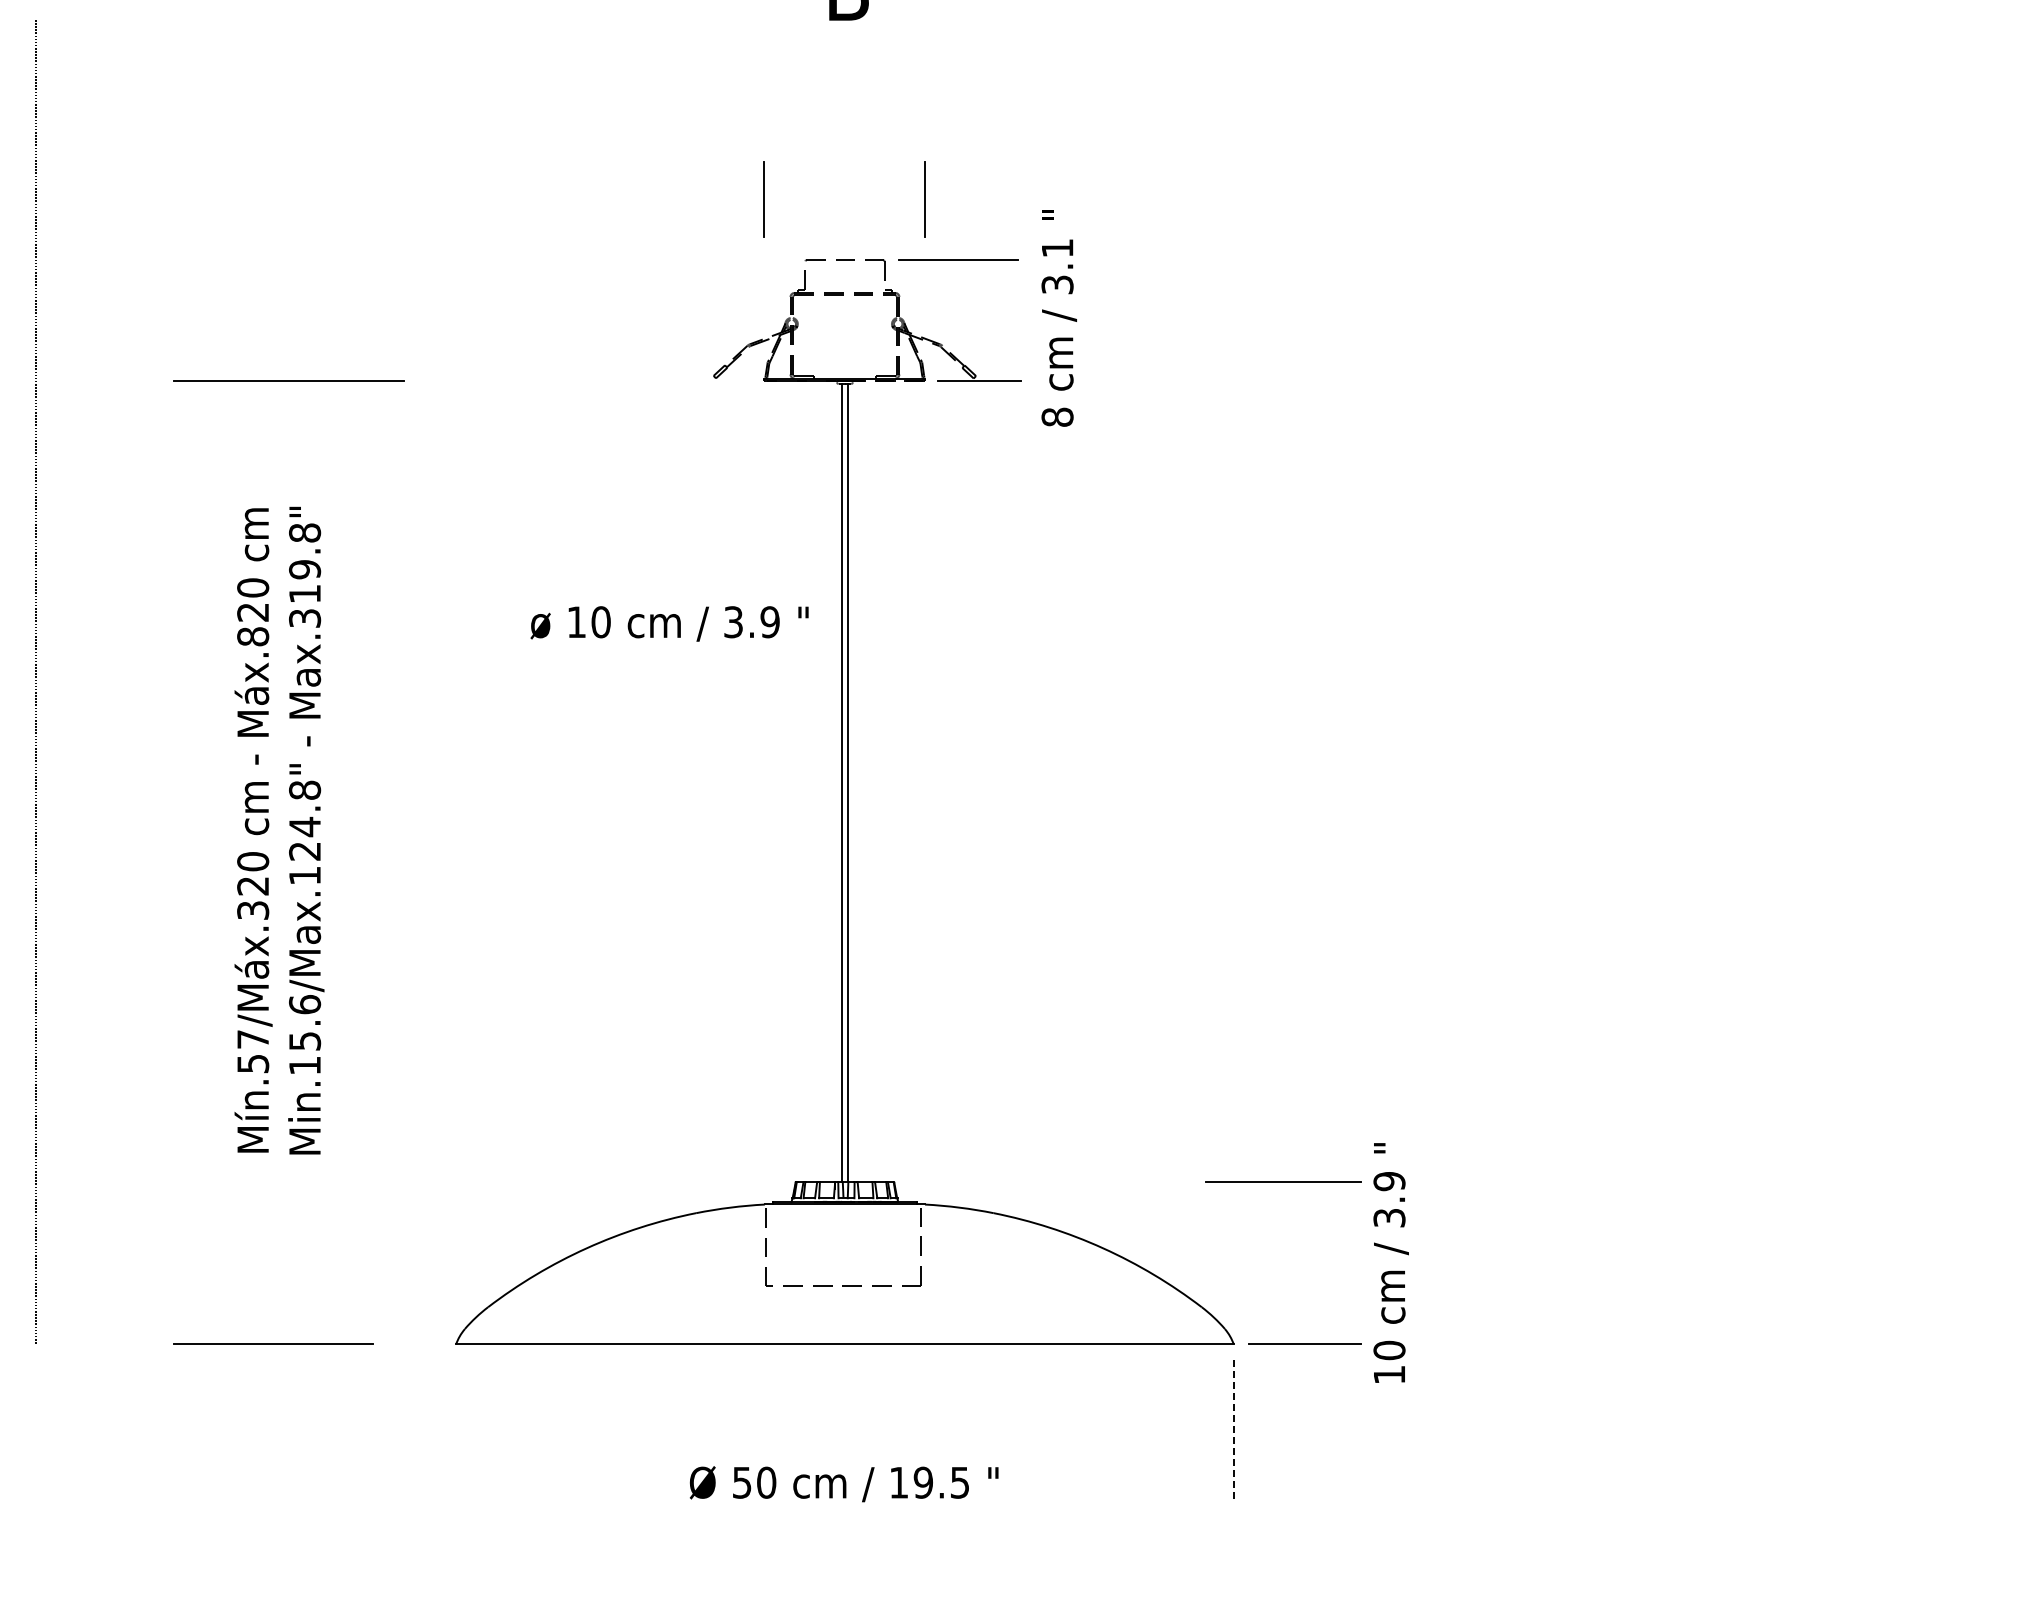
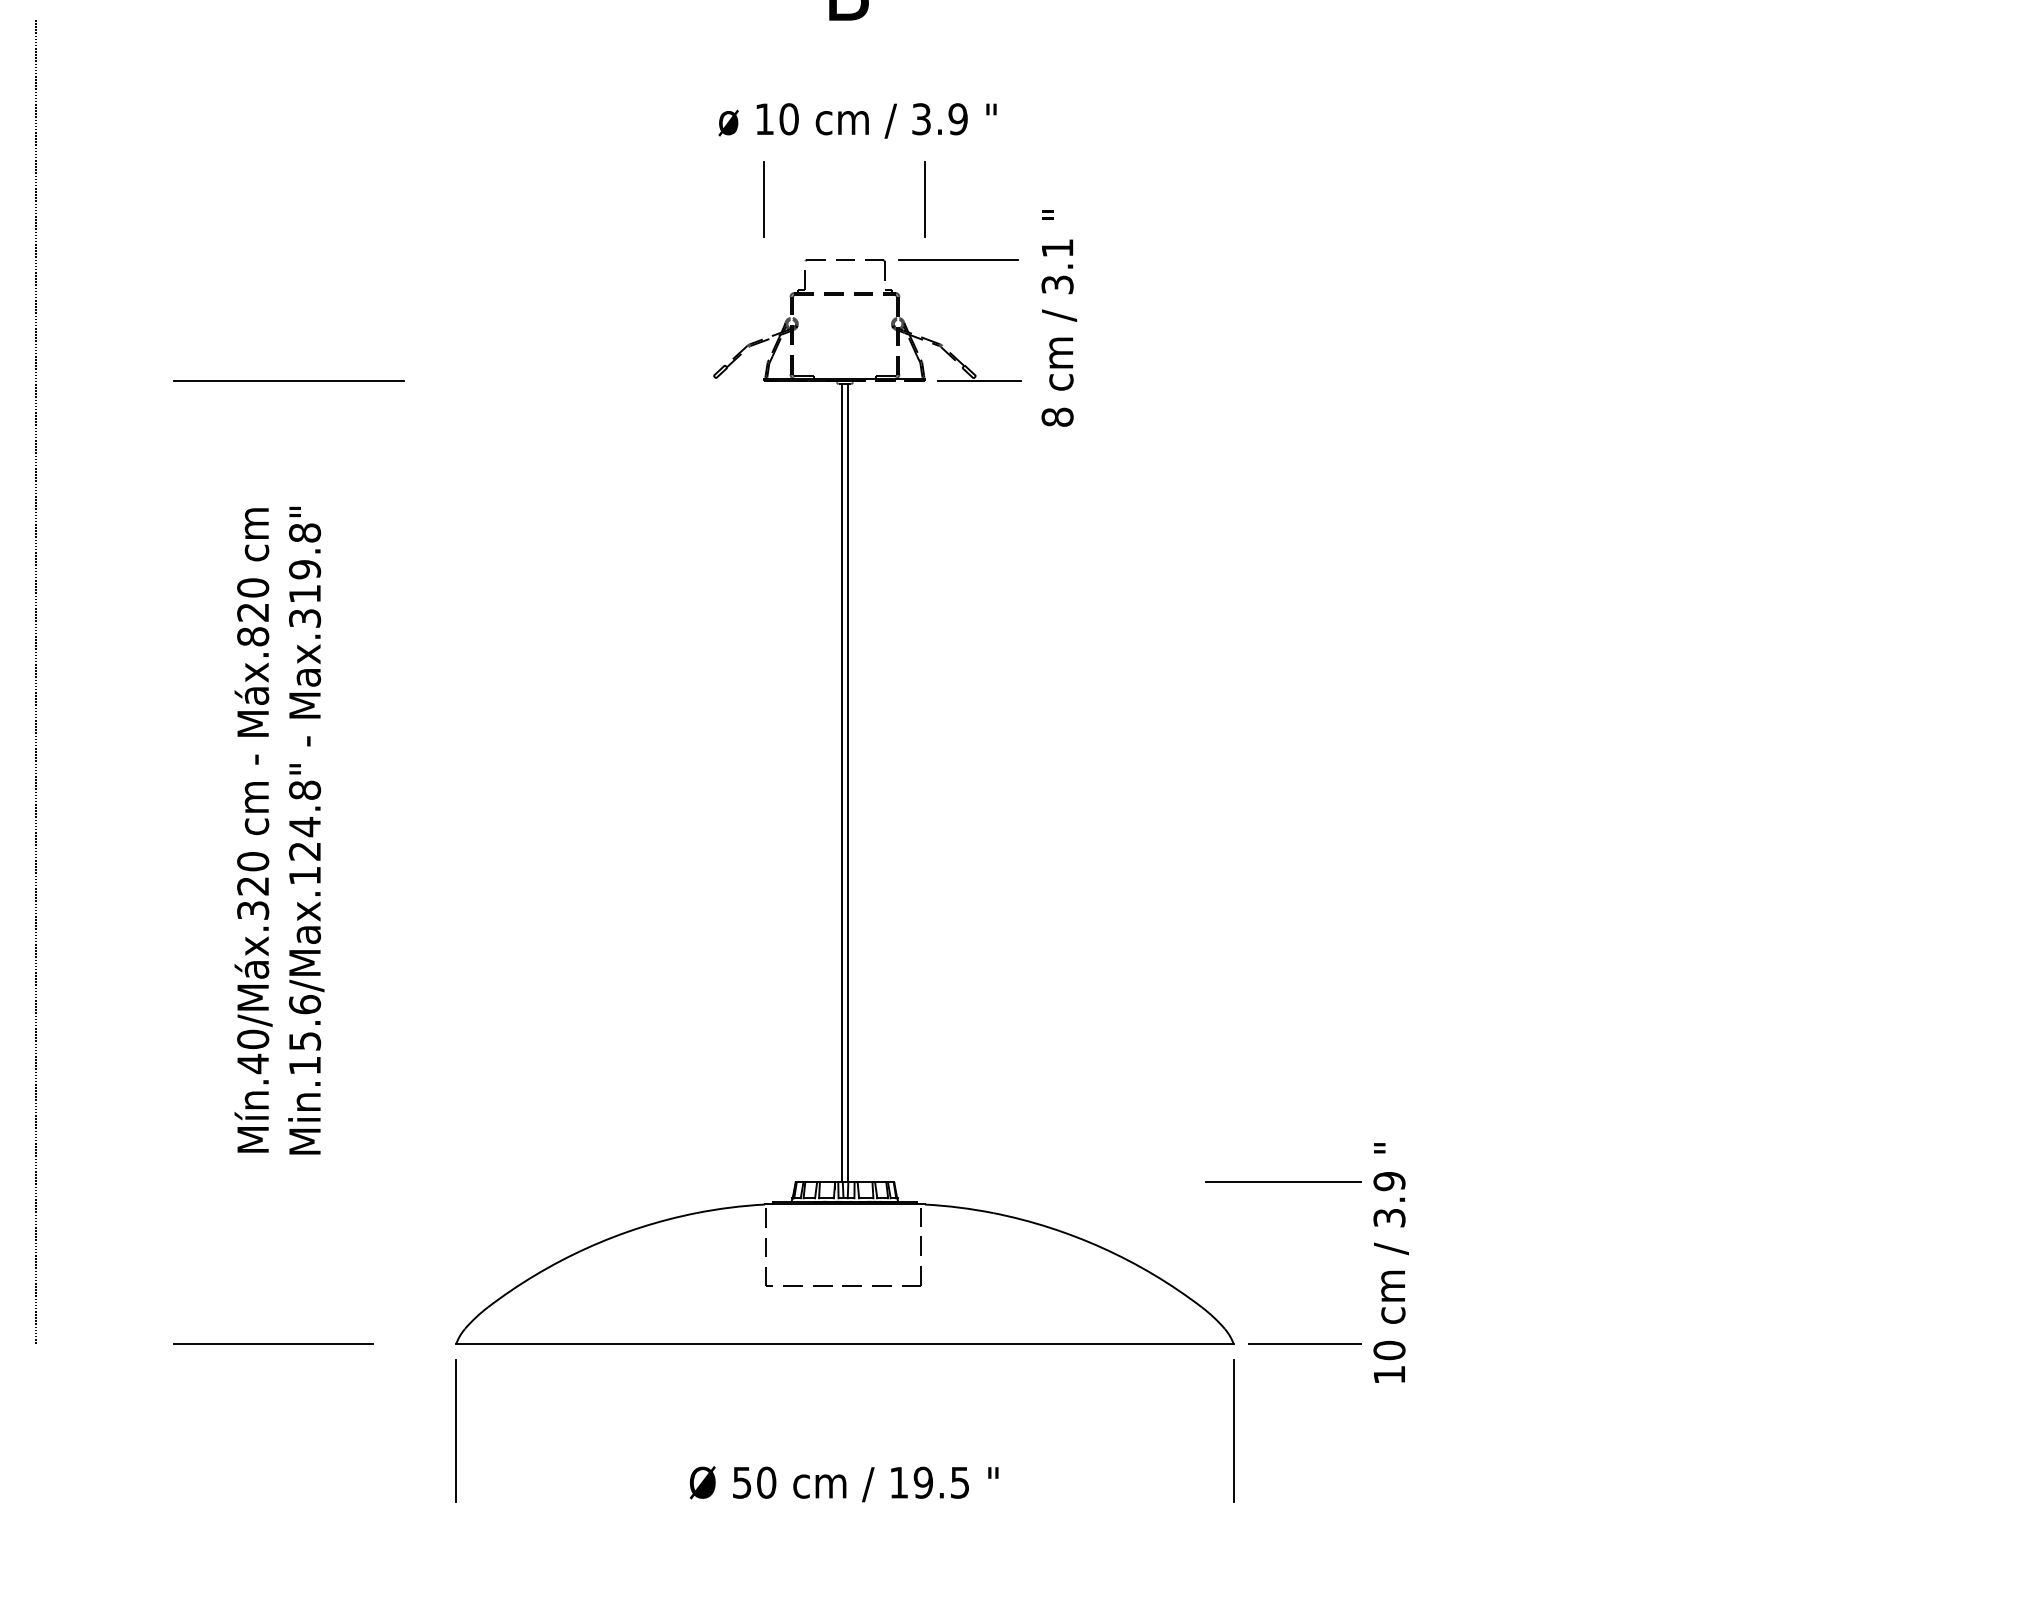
text at (669, 623) position: (669, 623) -> (857, 120)
text at (253, 1051): Mín.57/Máx.320 -> Mín.40/Máx.320
line at (456, 1431): none -> present
line at (1233, 1431): dashed -> solid
